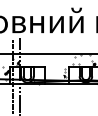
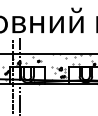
hatch at (42, 67): none -> present
